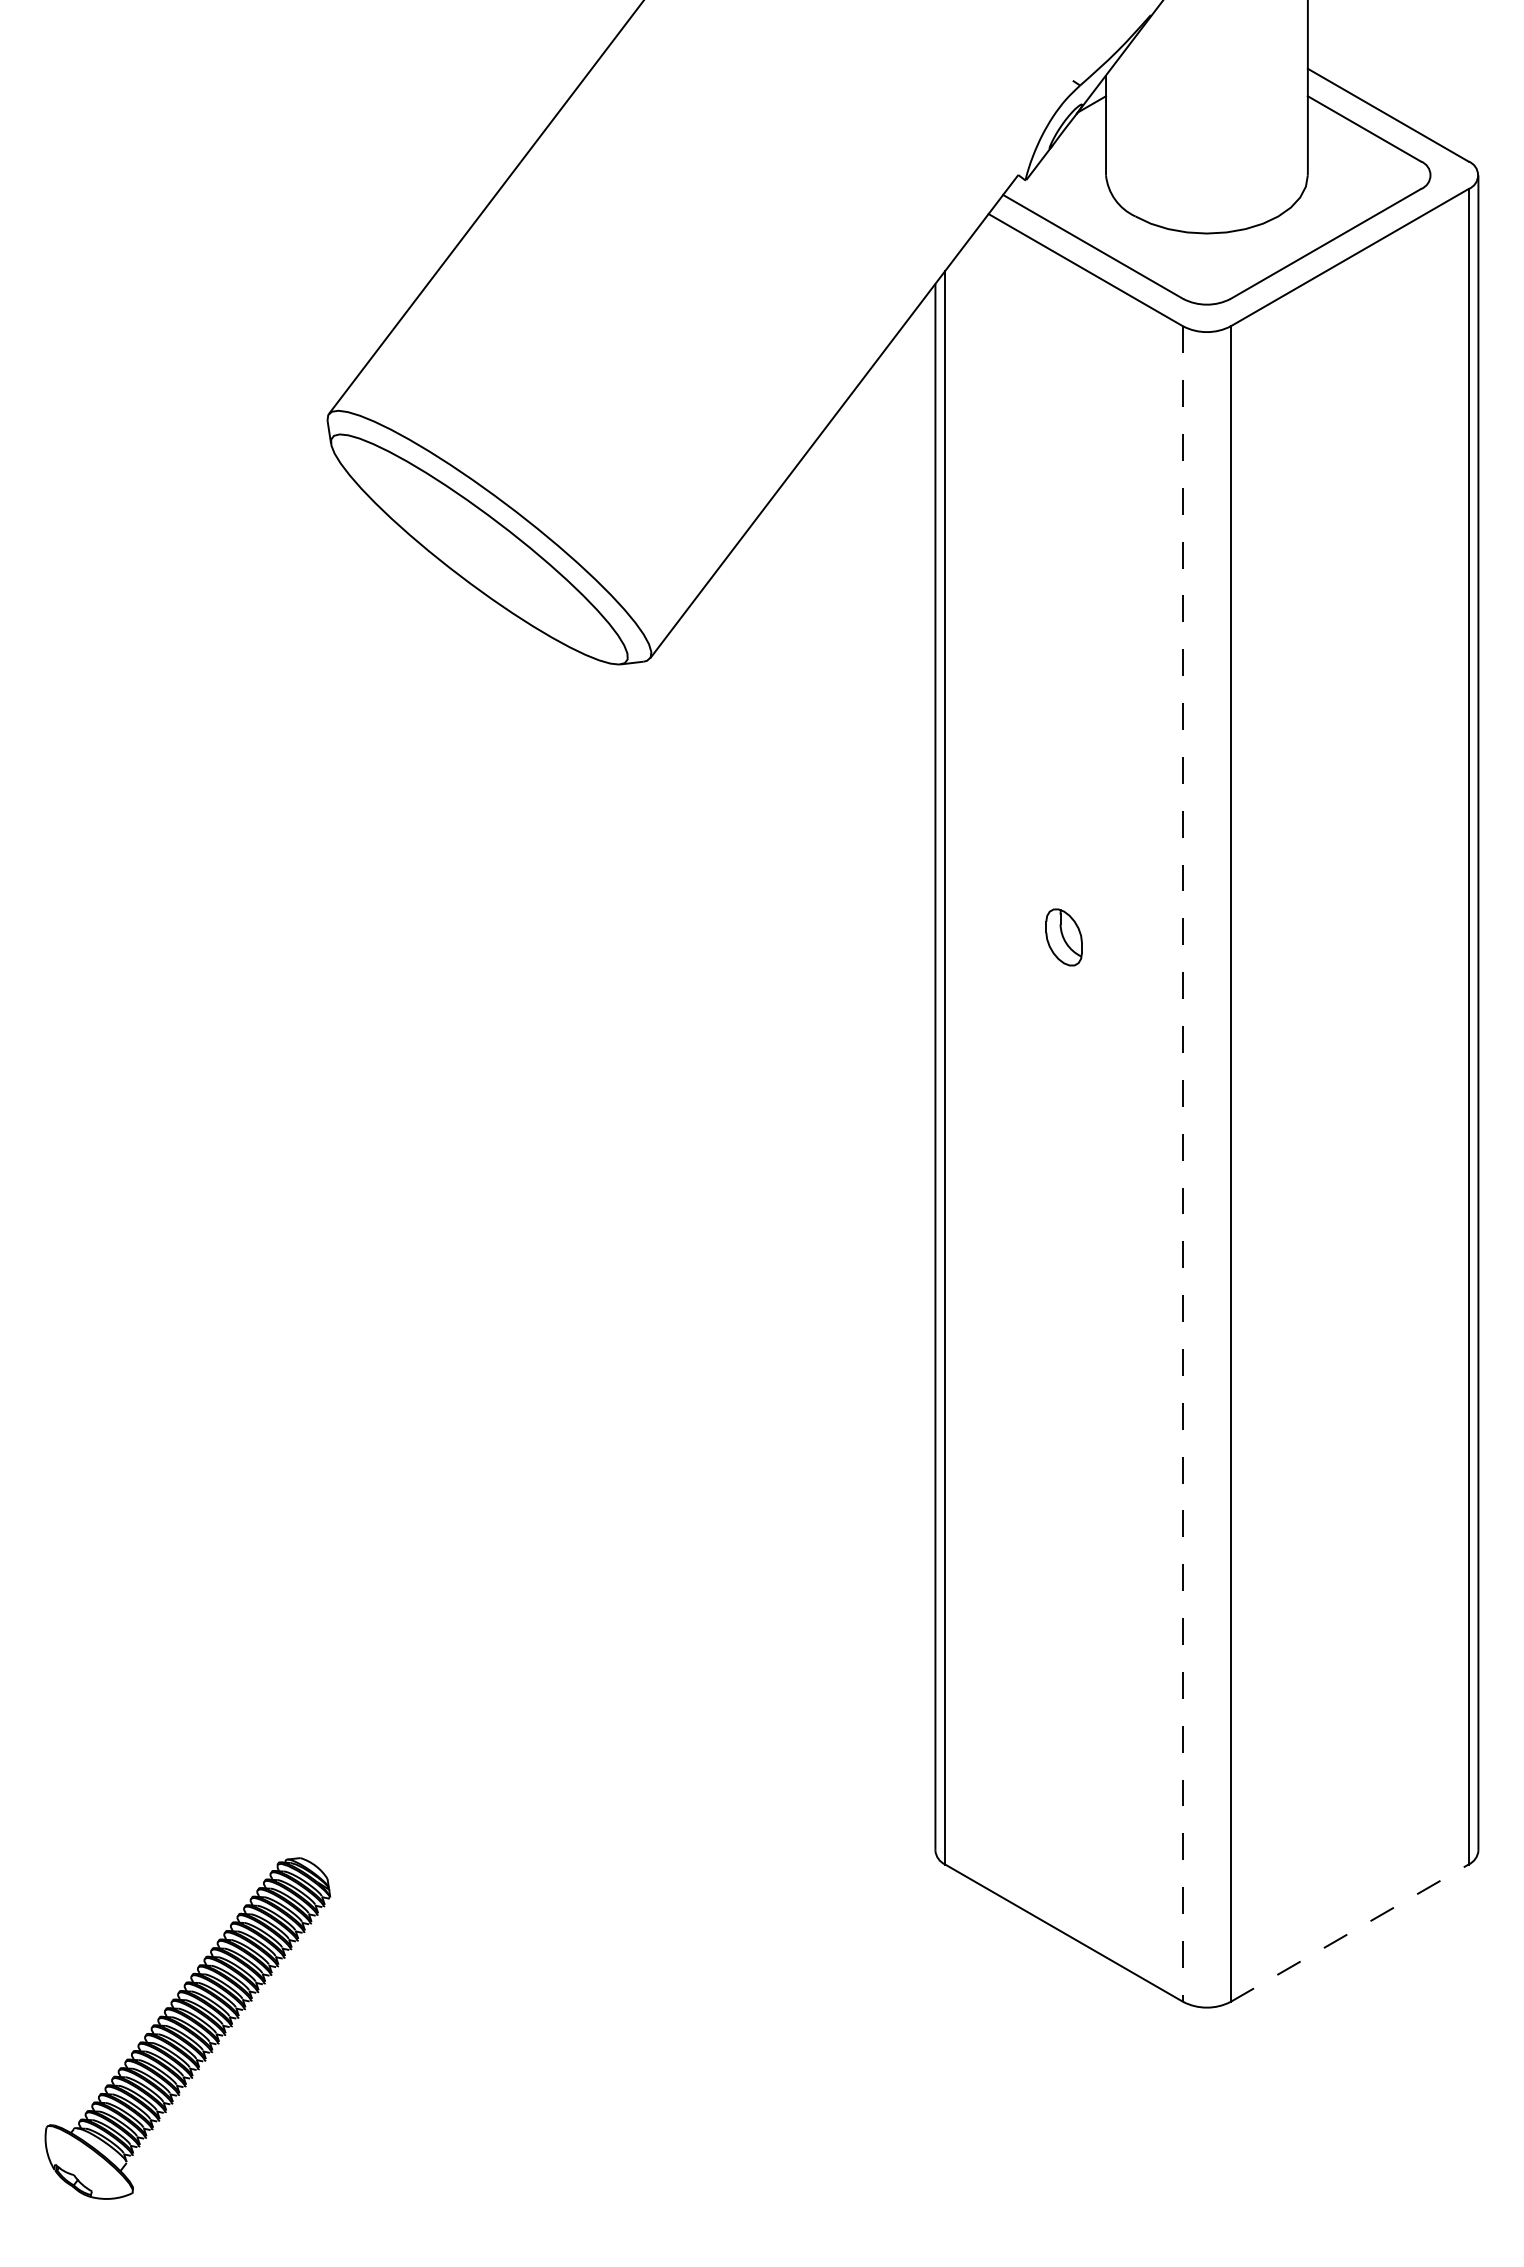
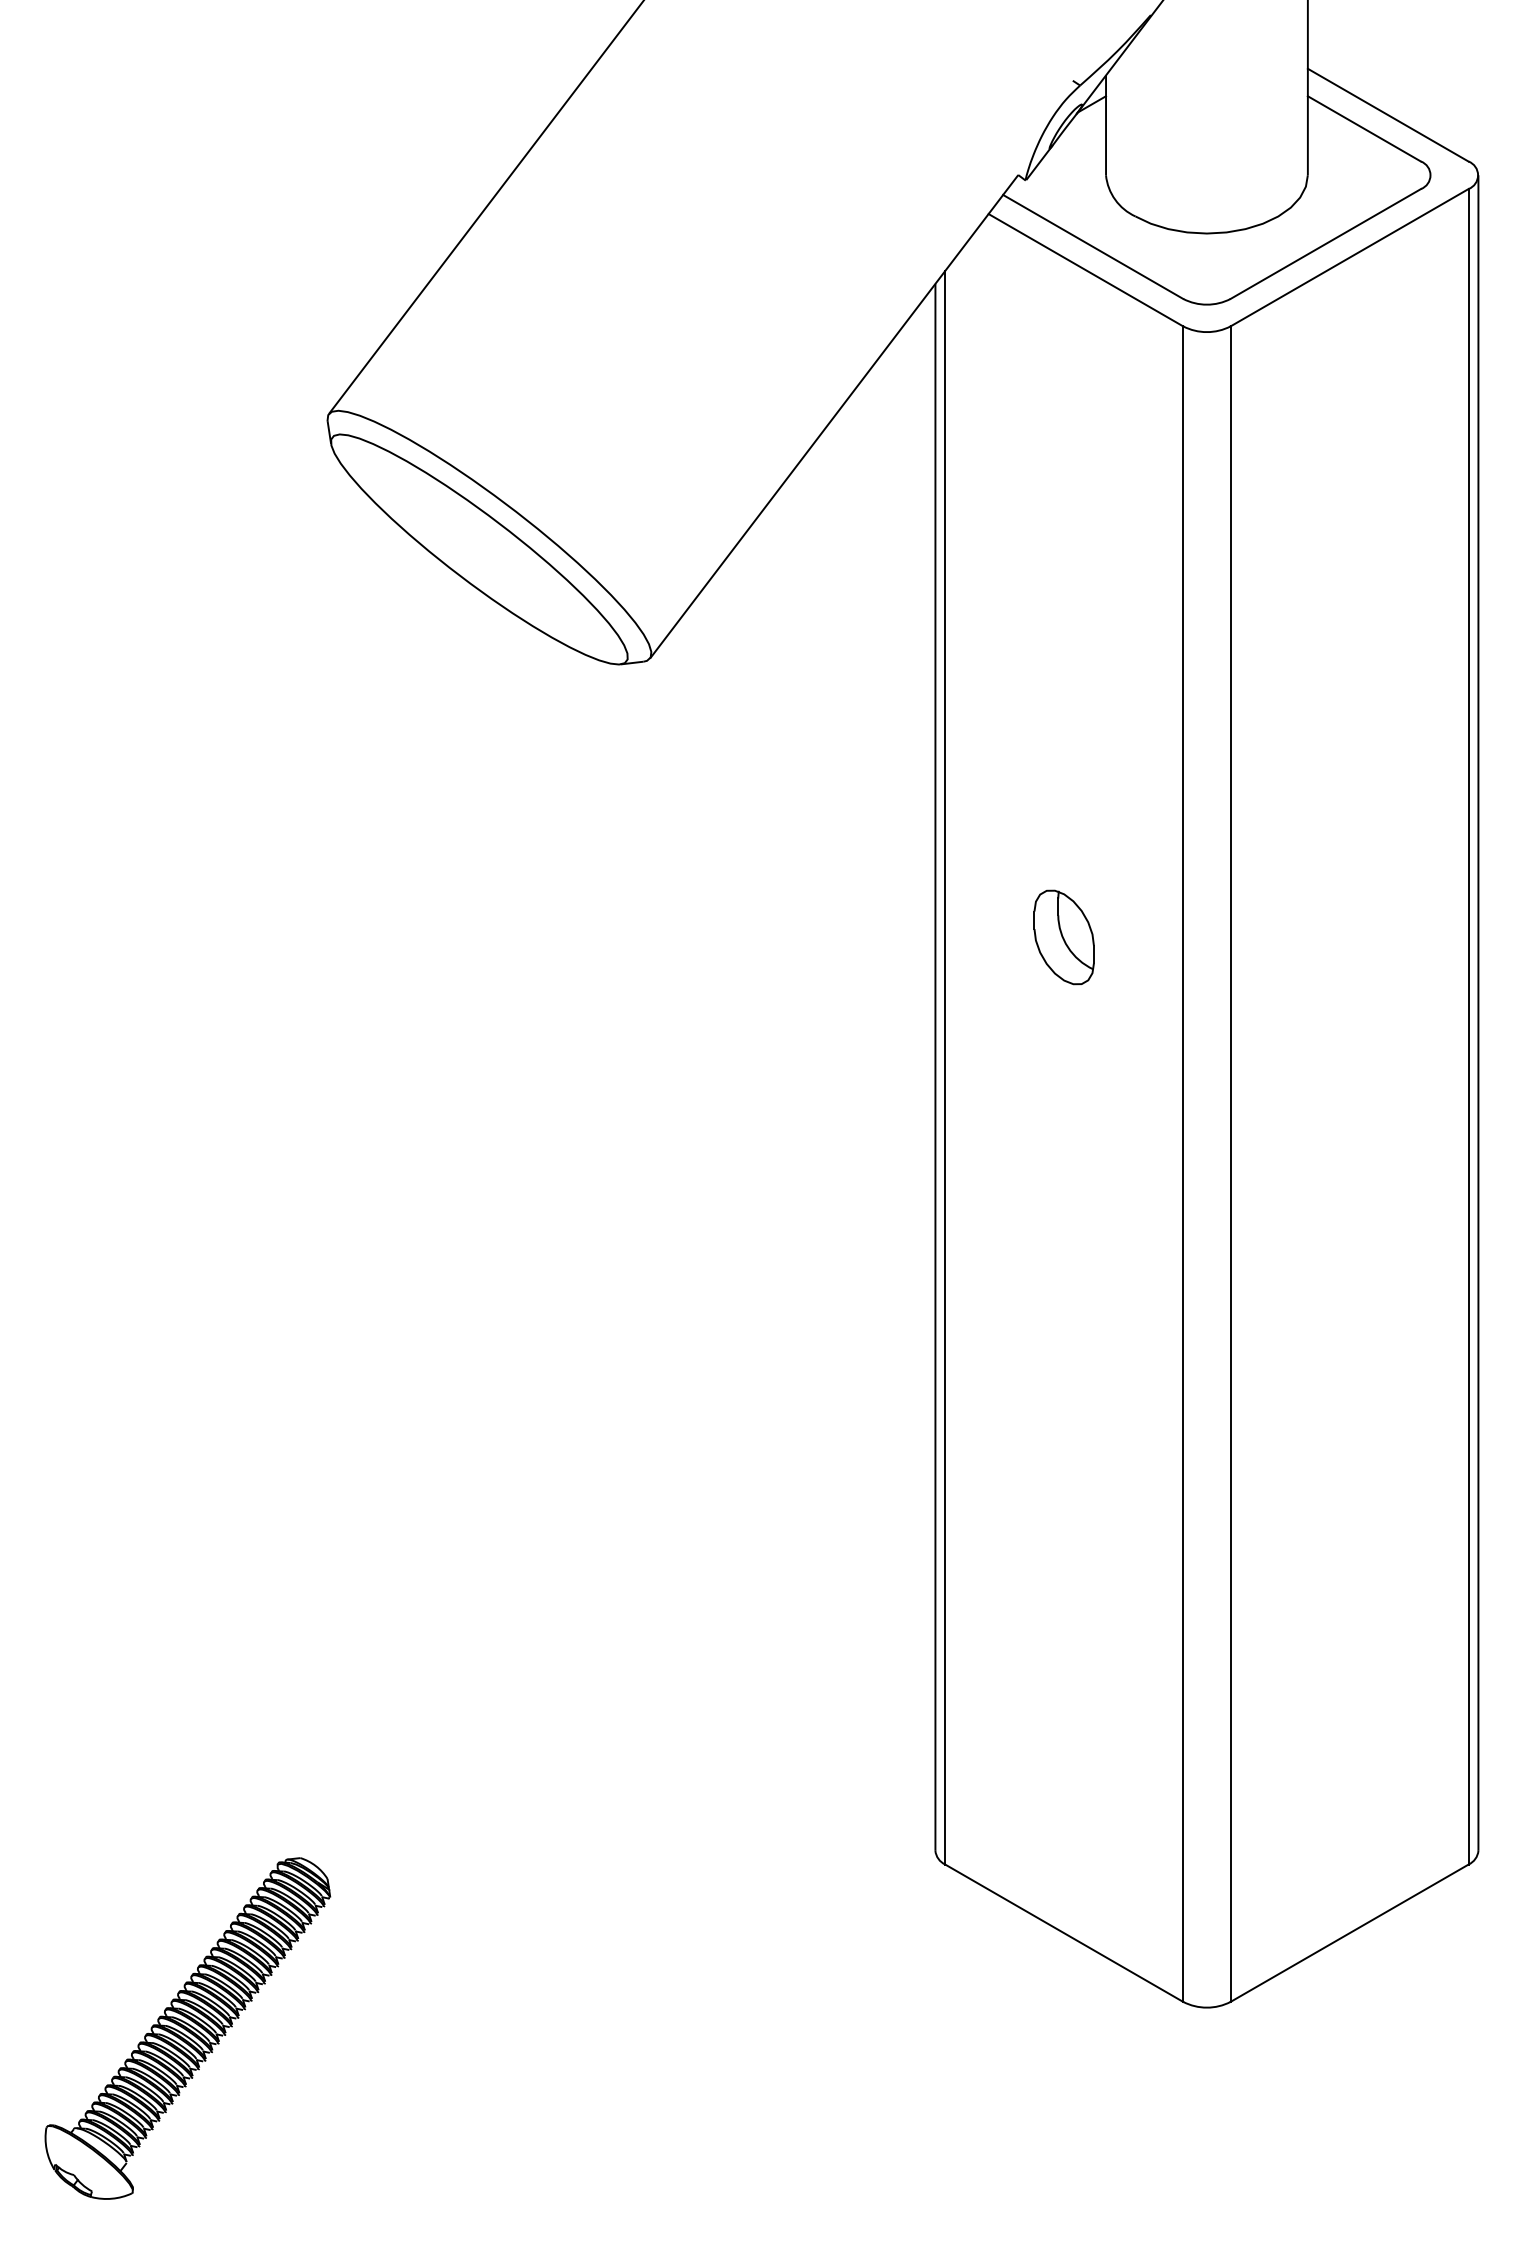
part at (1063, 937) size: 38x59 px -> 62x97 px
line at (1183, 1164): dashed -> solid
line at (1350, 1932): dashed -> solid
